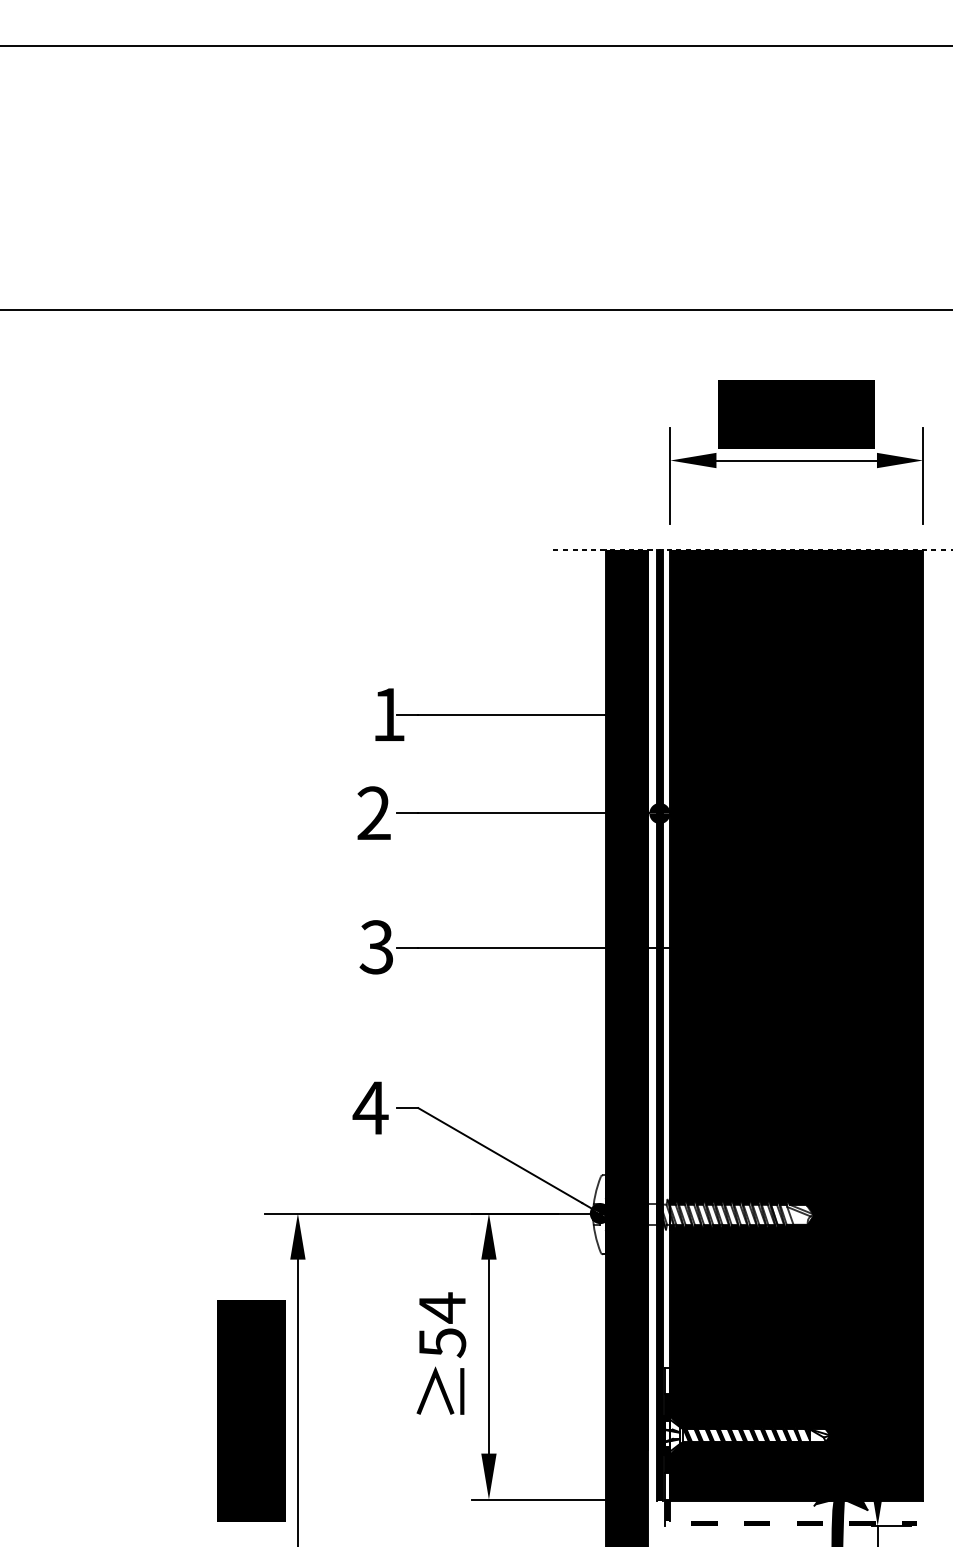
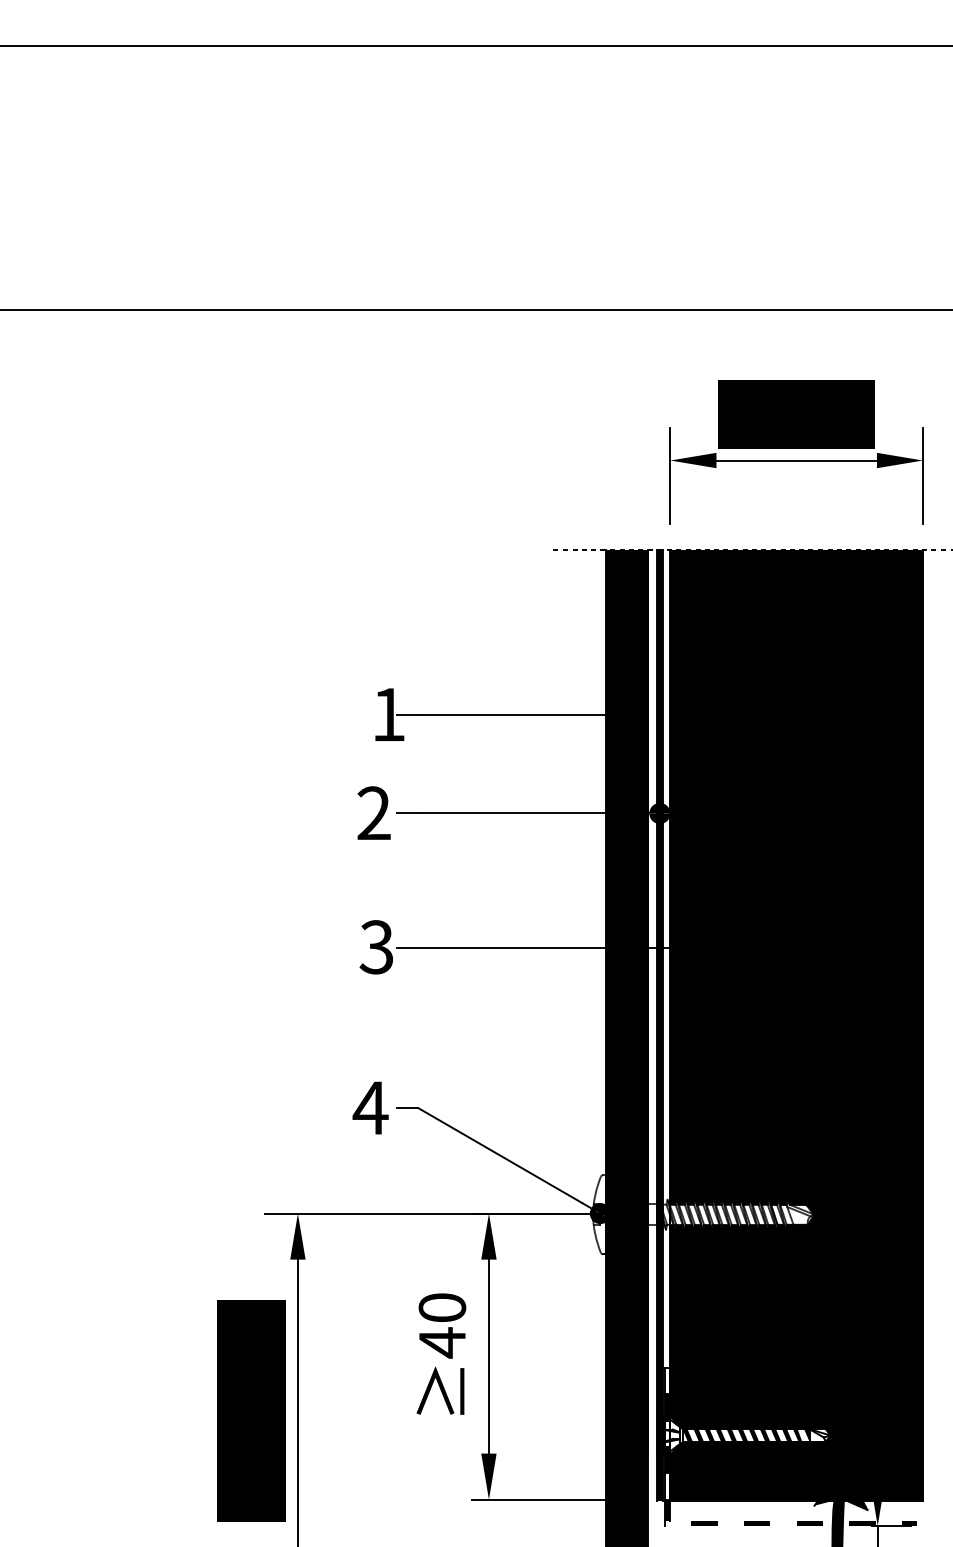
text at (442, 1325): 54 -> 40
